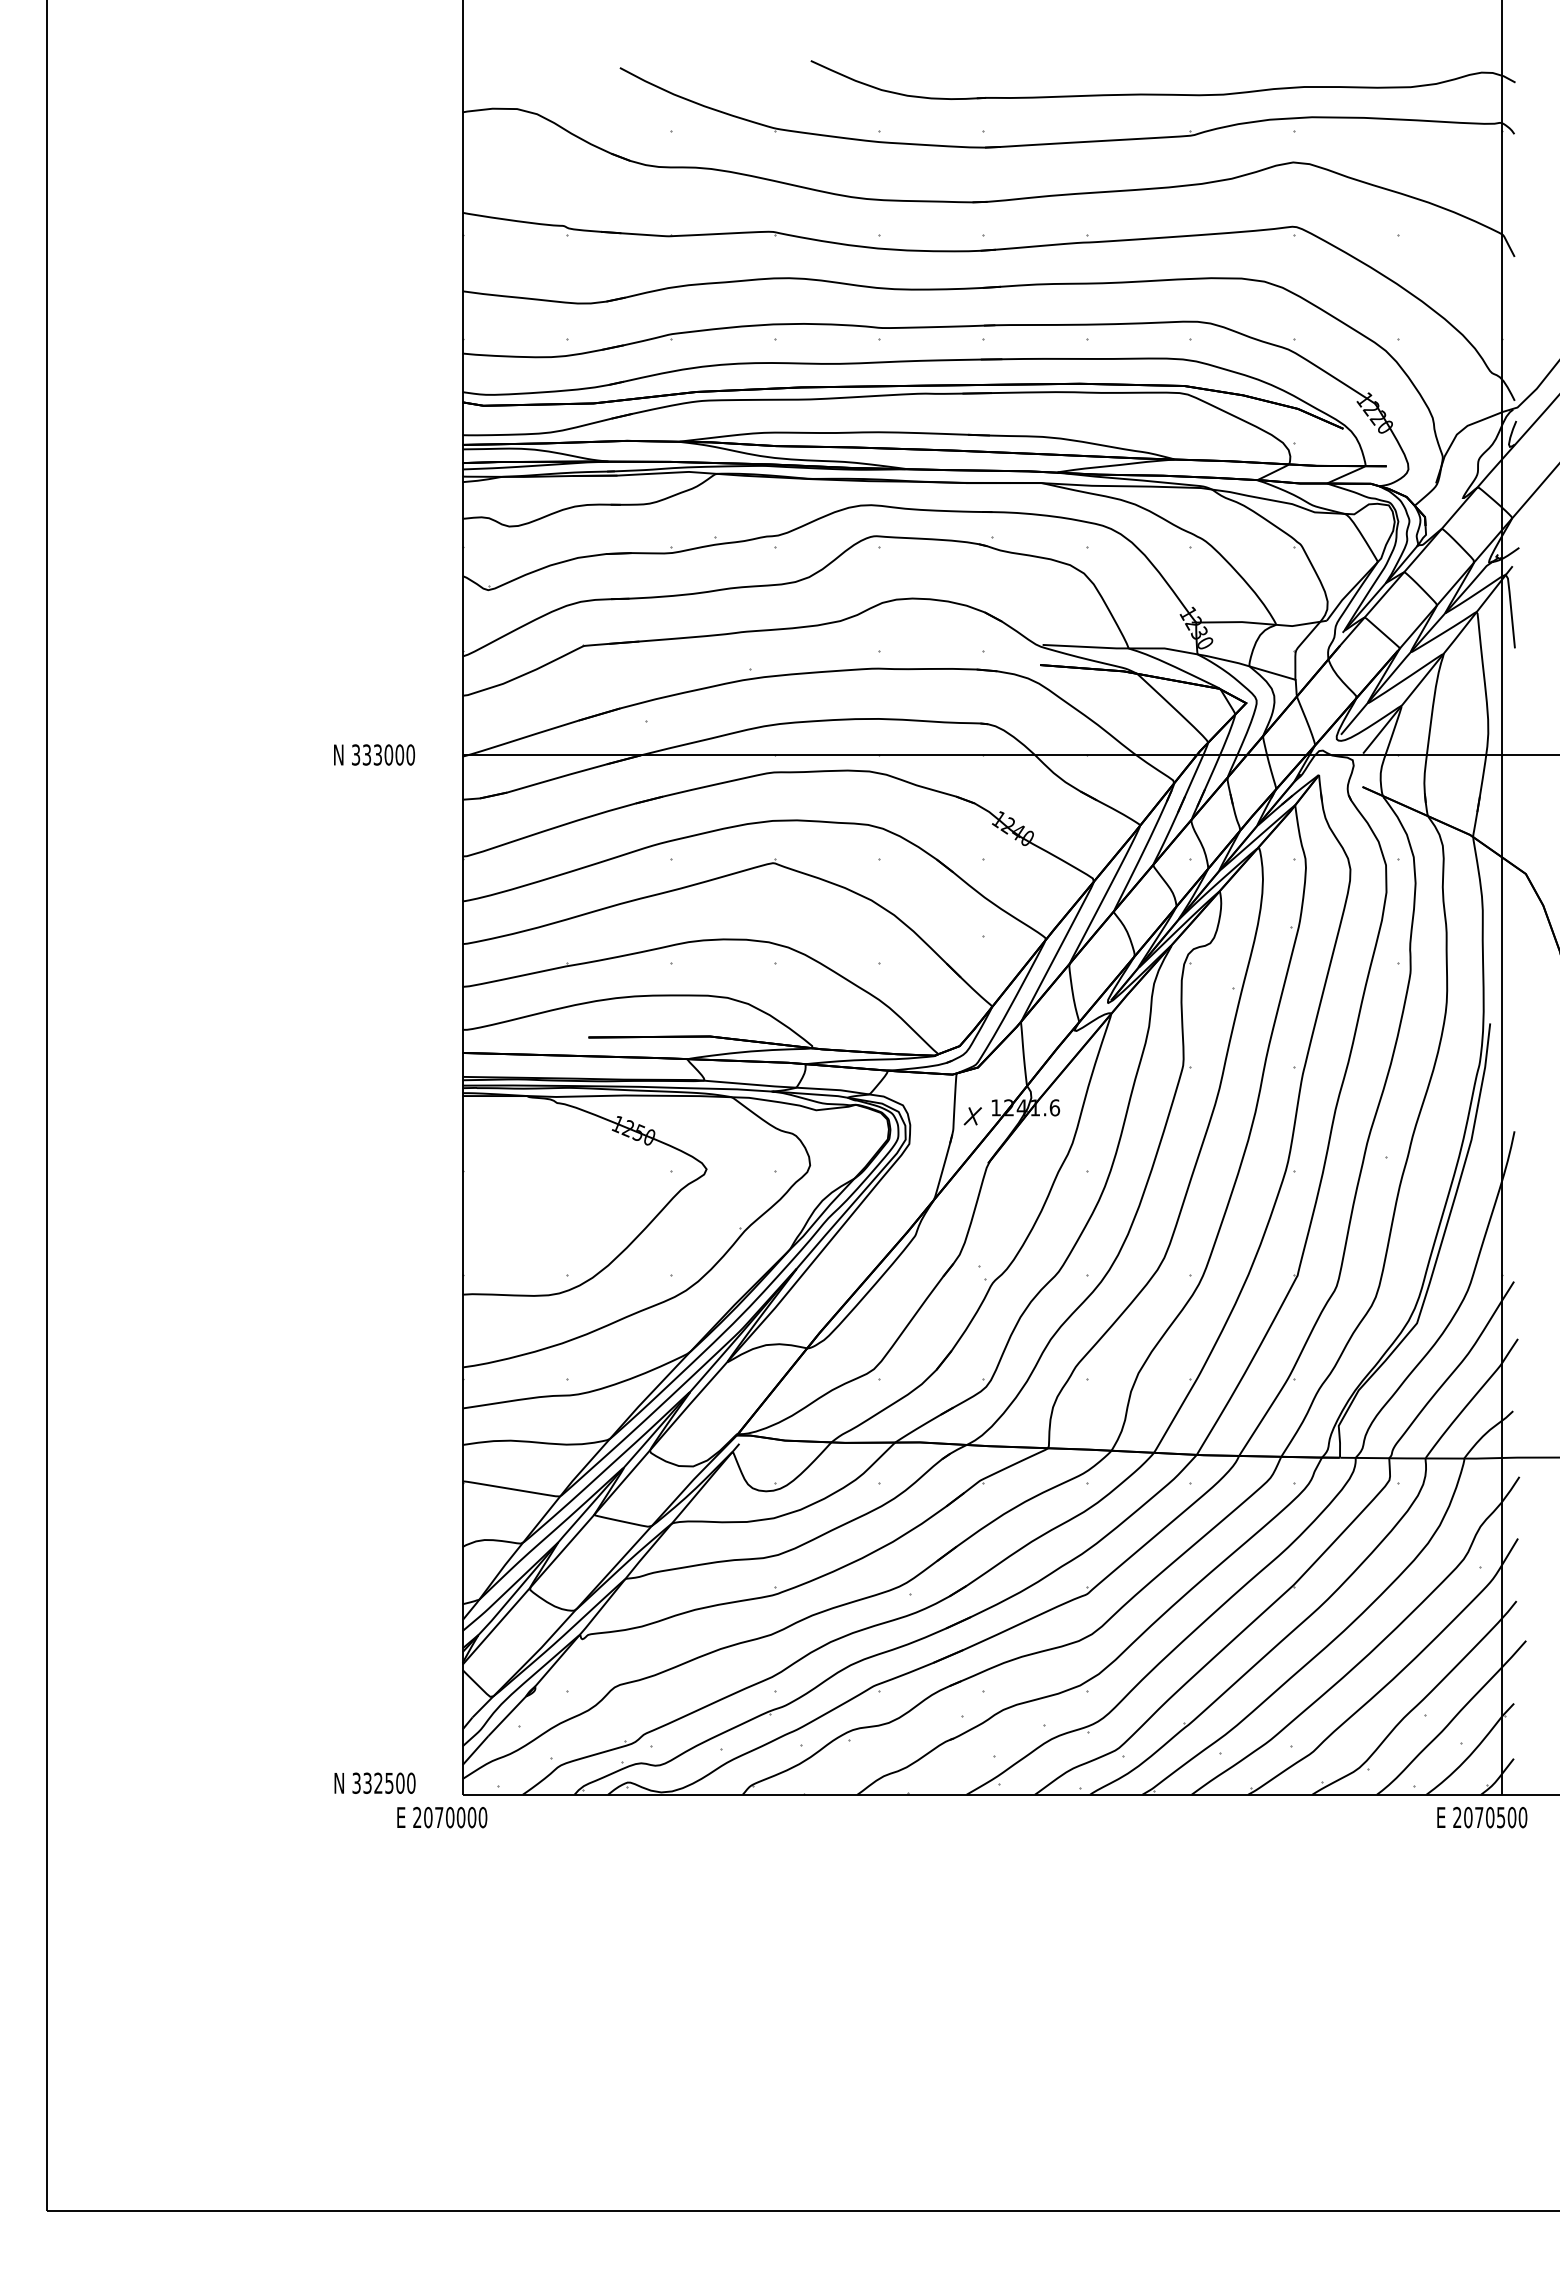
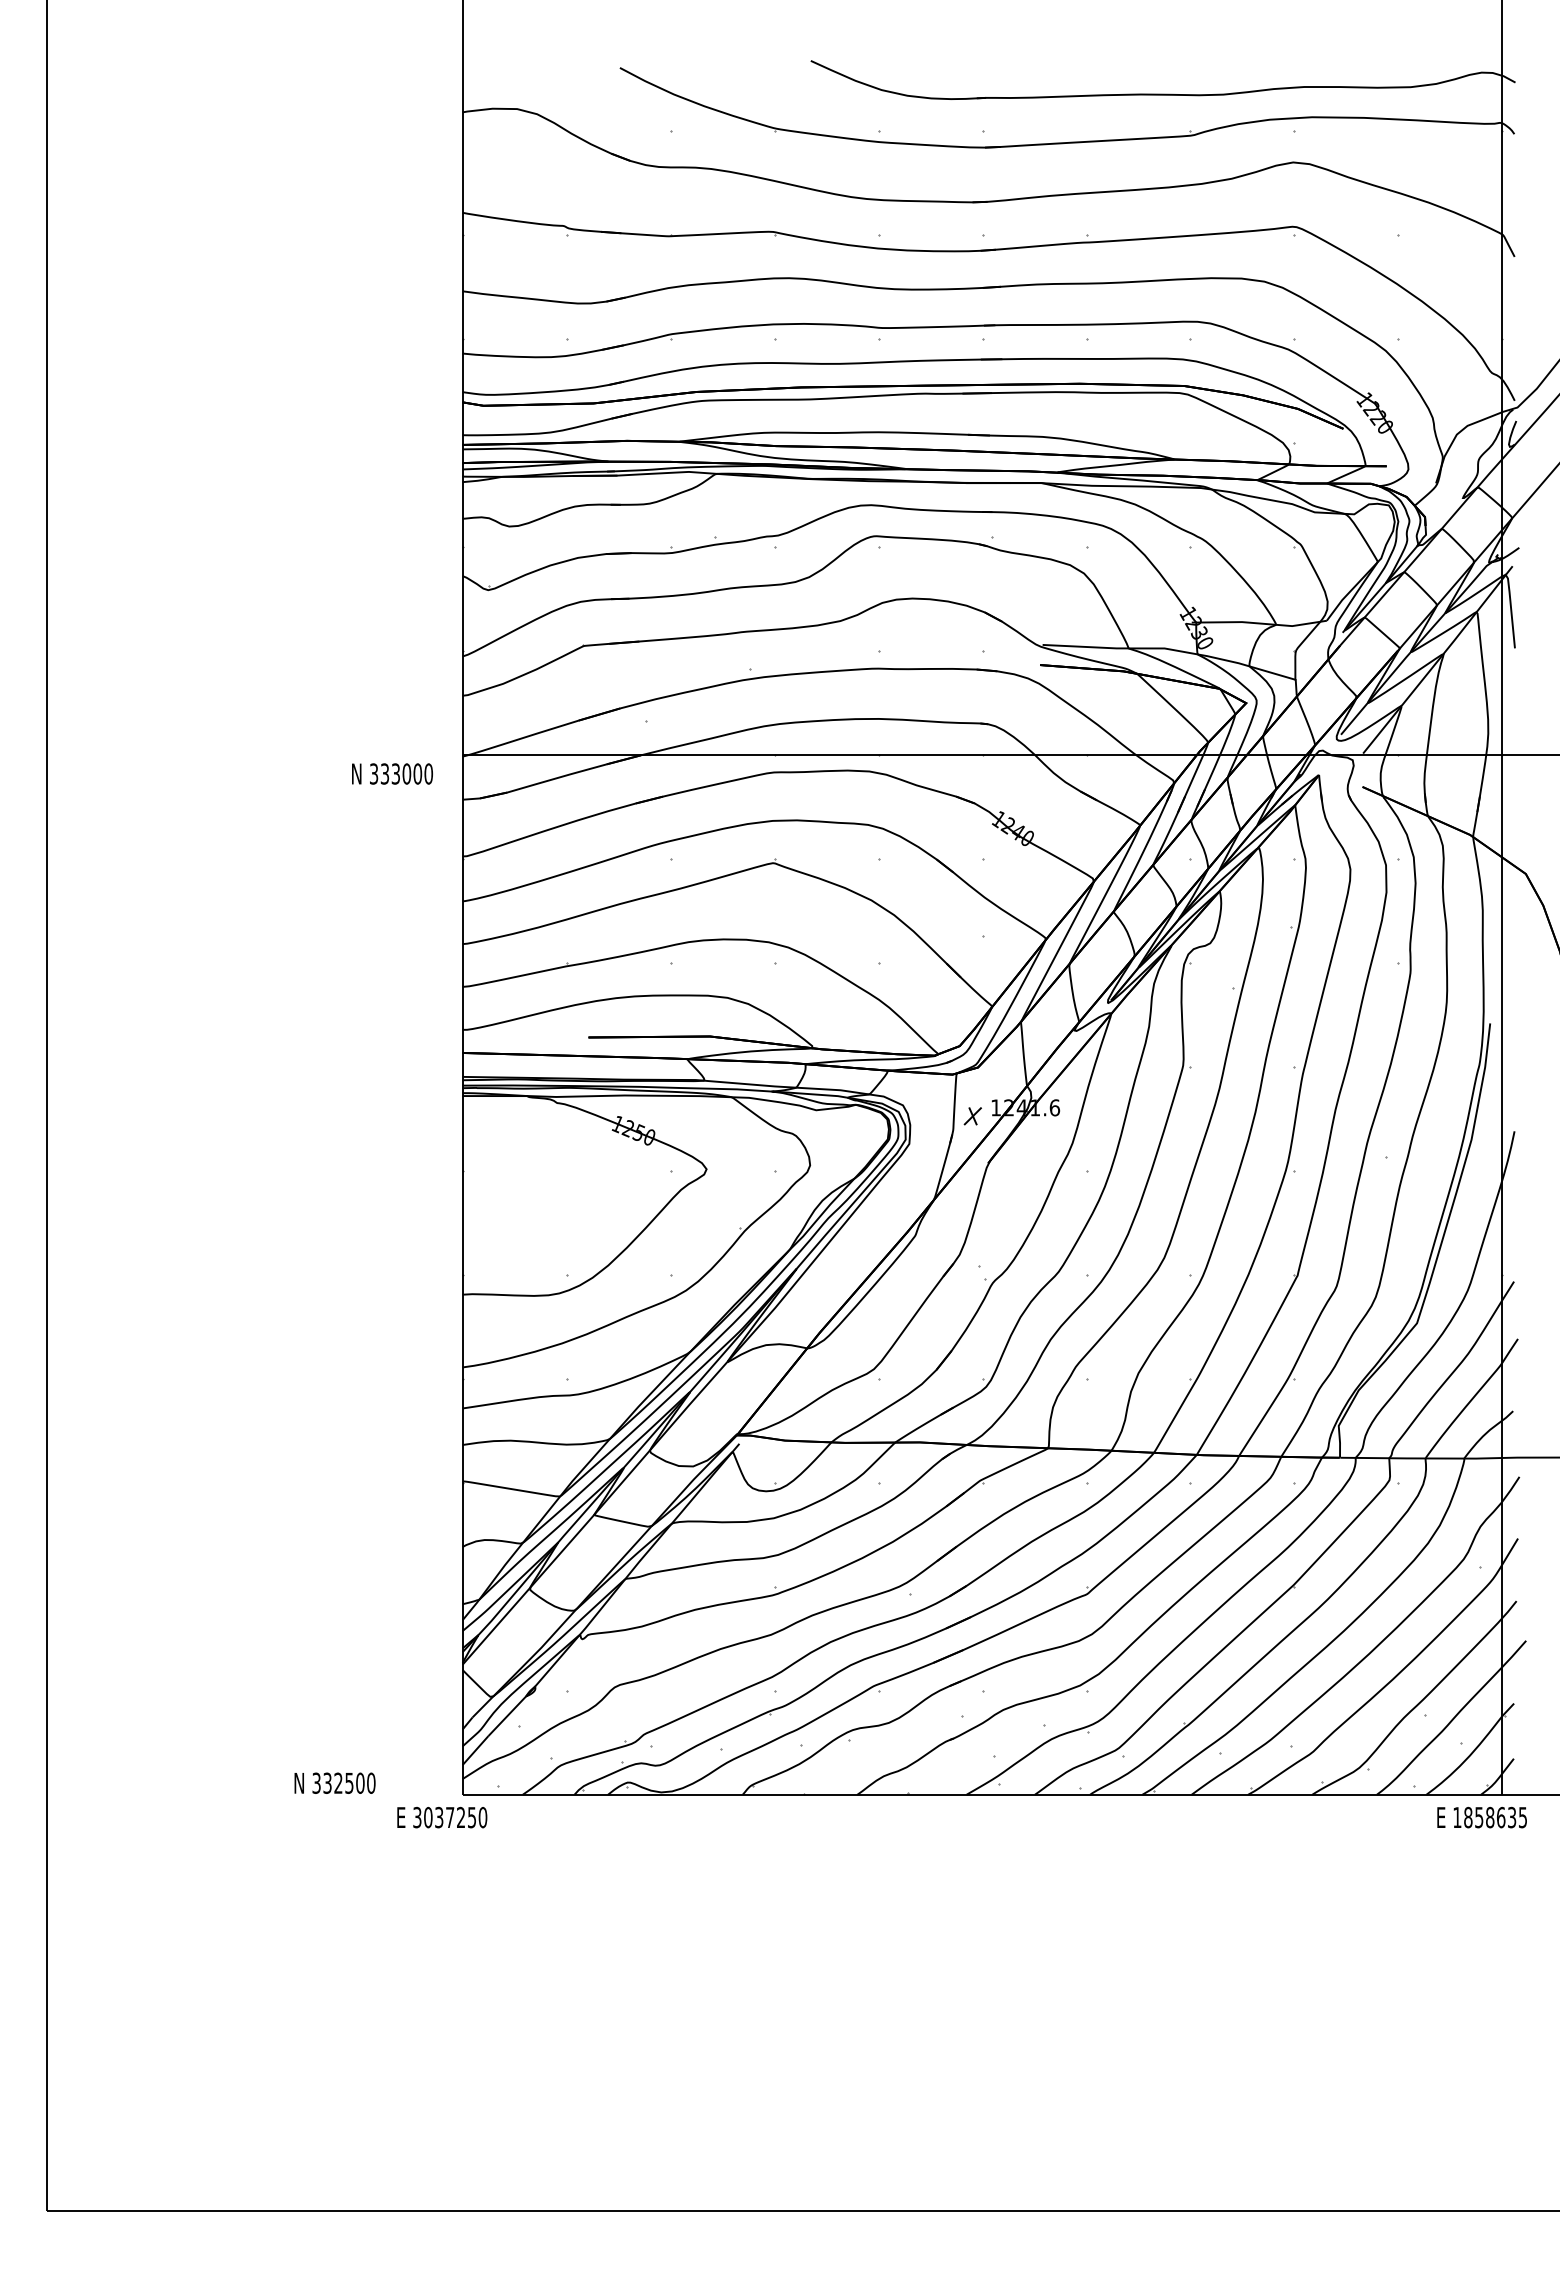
text at (374, 754) position: (374, 754) -> (392, 773)
text at (374, 1782) position: (374, 1782) -> (334, 1782)
text at (444, 1817): 2070000 -> 3037250
text at (1490, 1817): 2070500 -> 1858635
